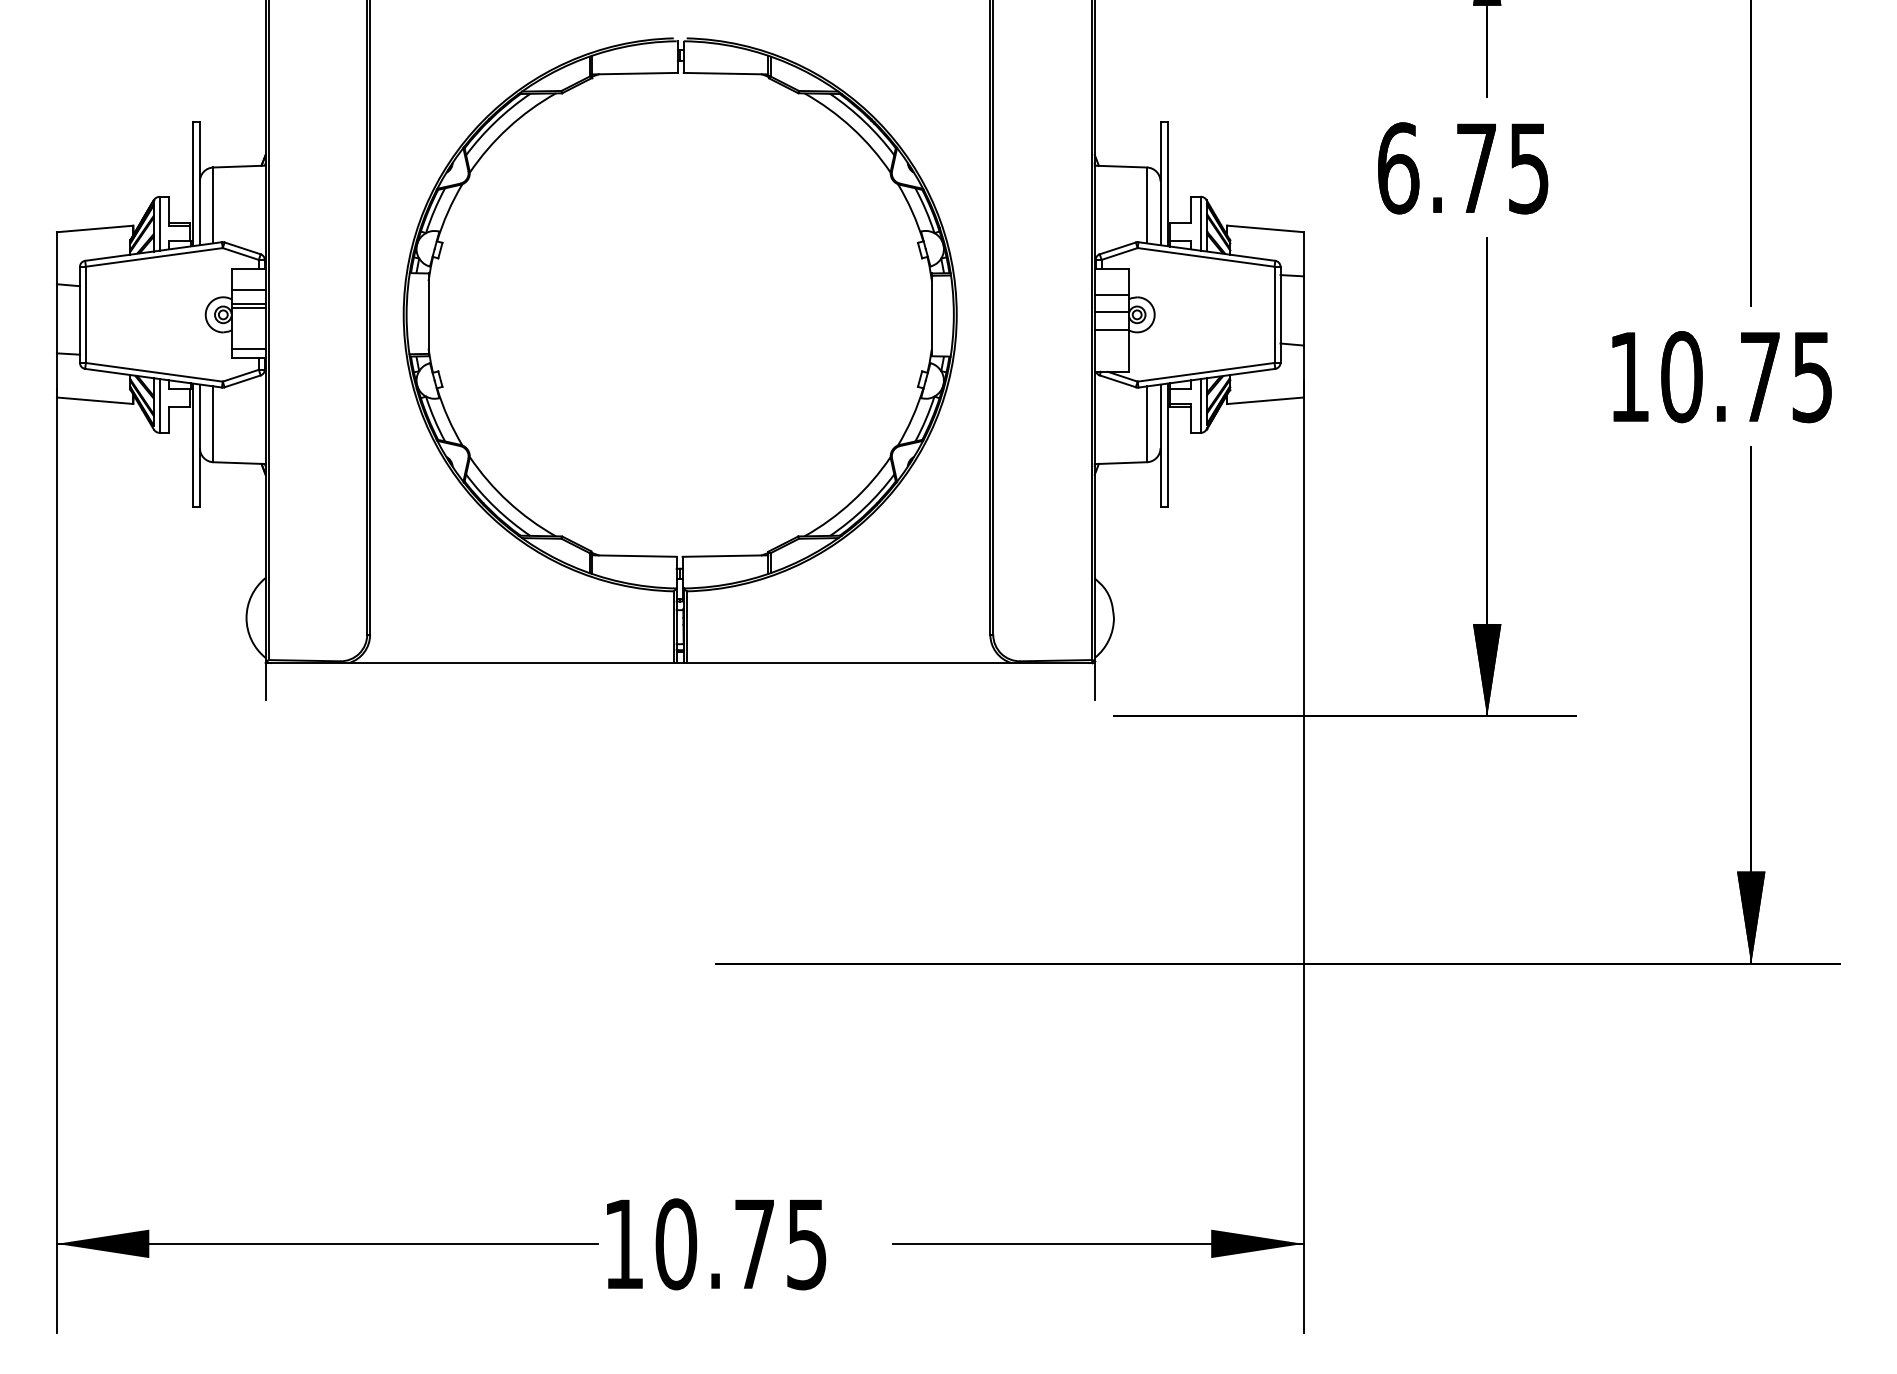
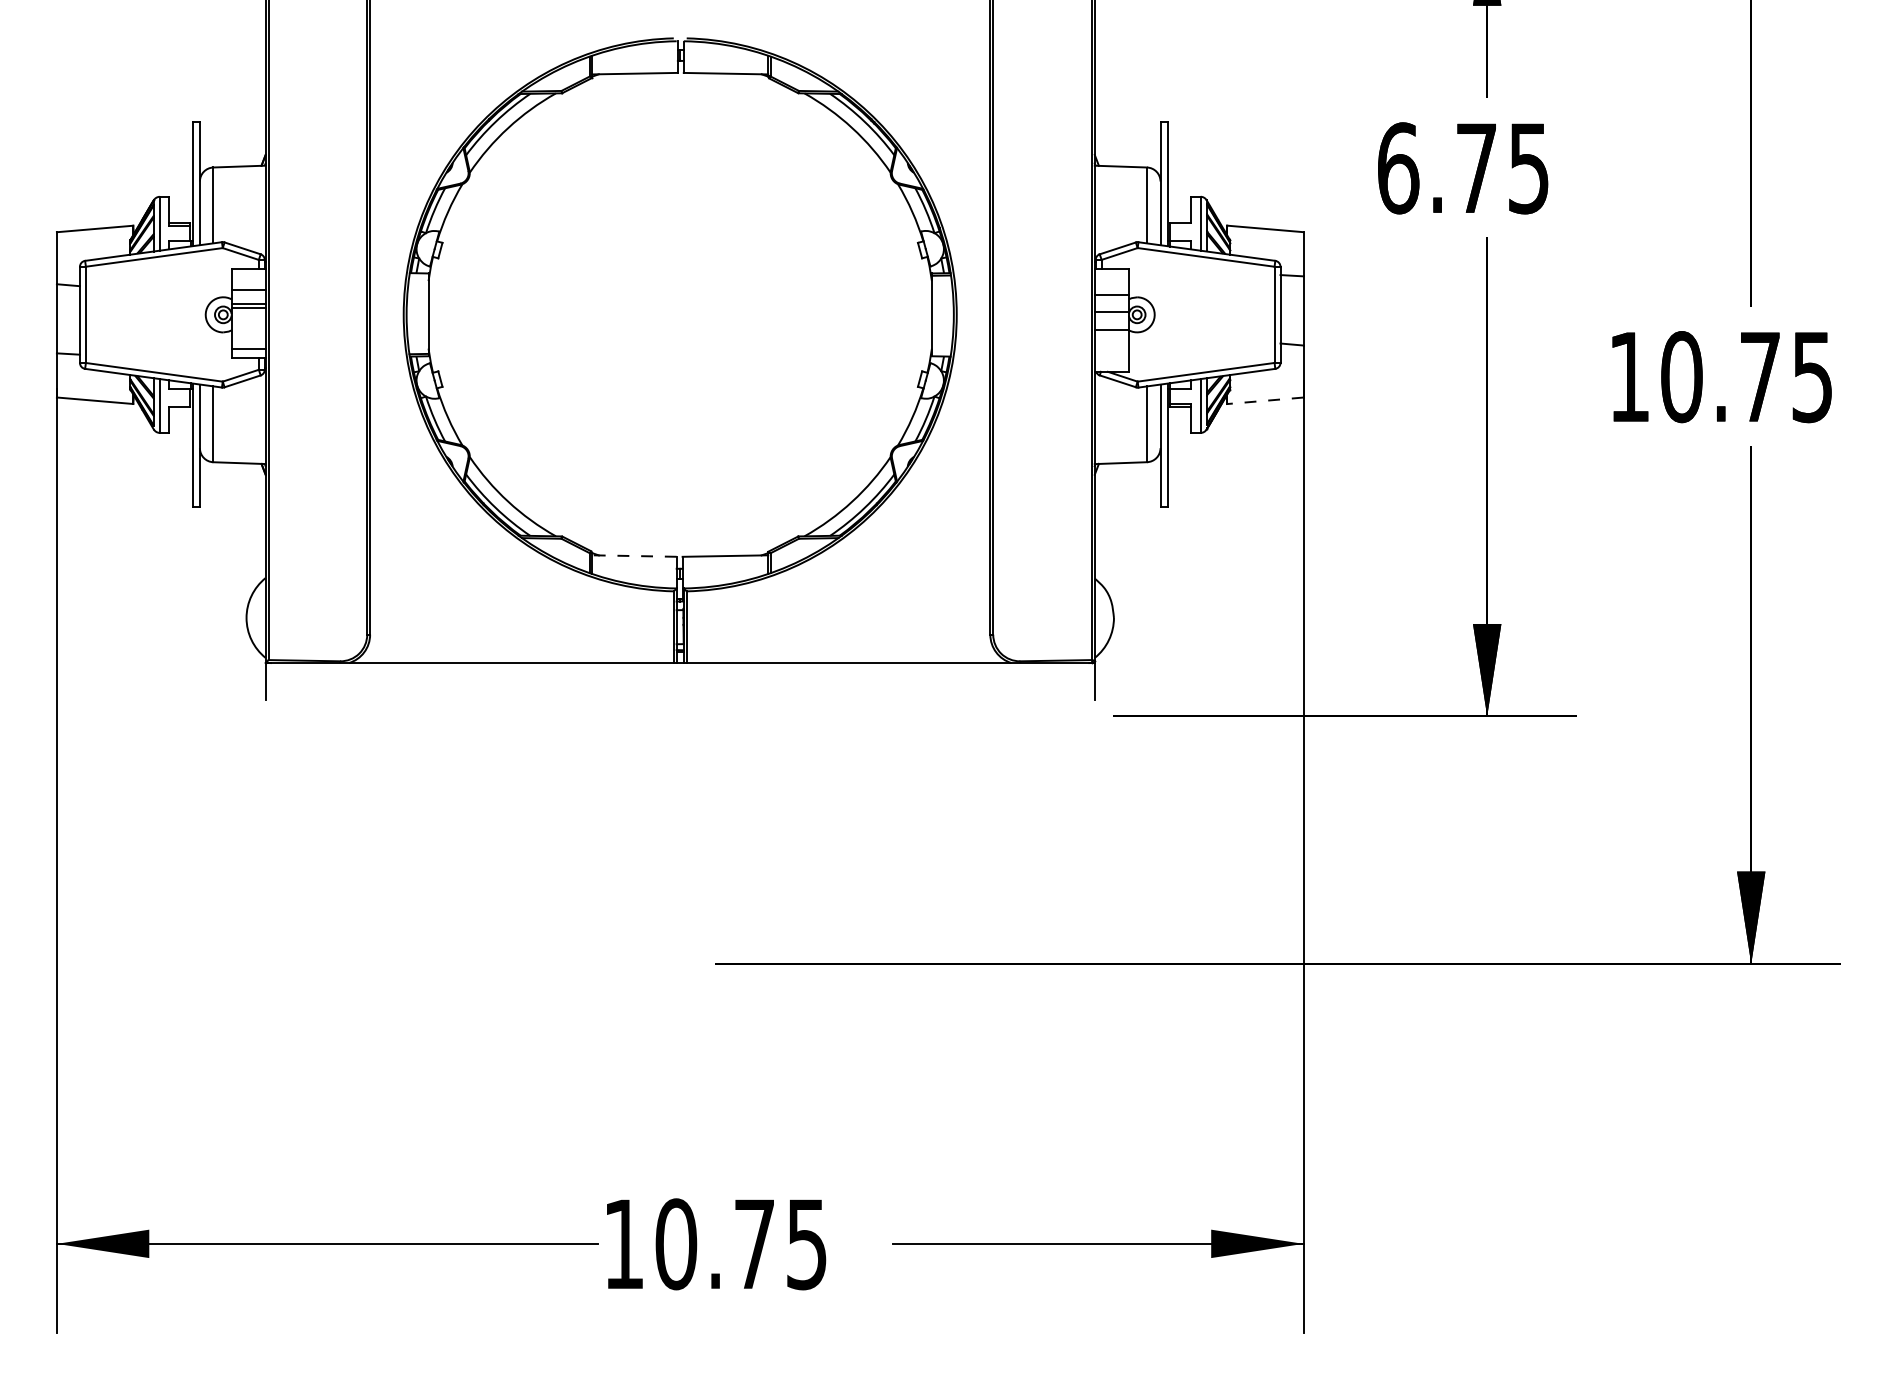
line at (1264, 400): solid -> dashed
line at (633, 556): solid -> dashed
